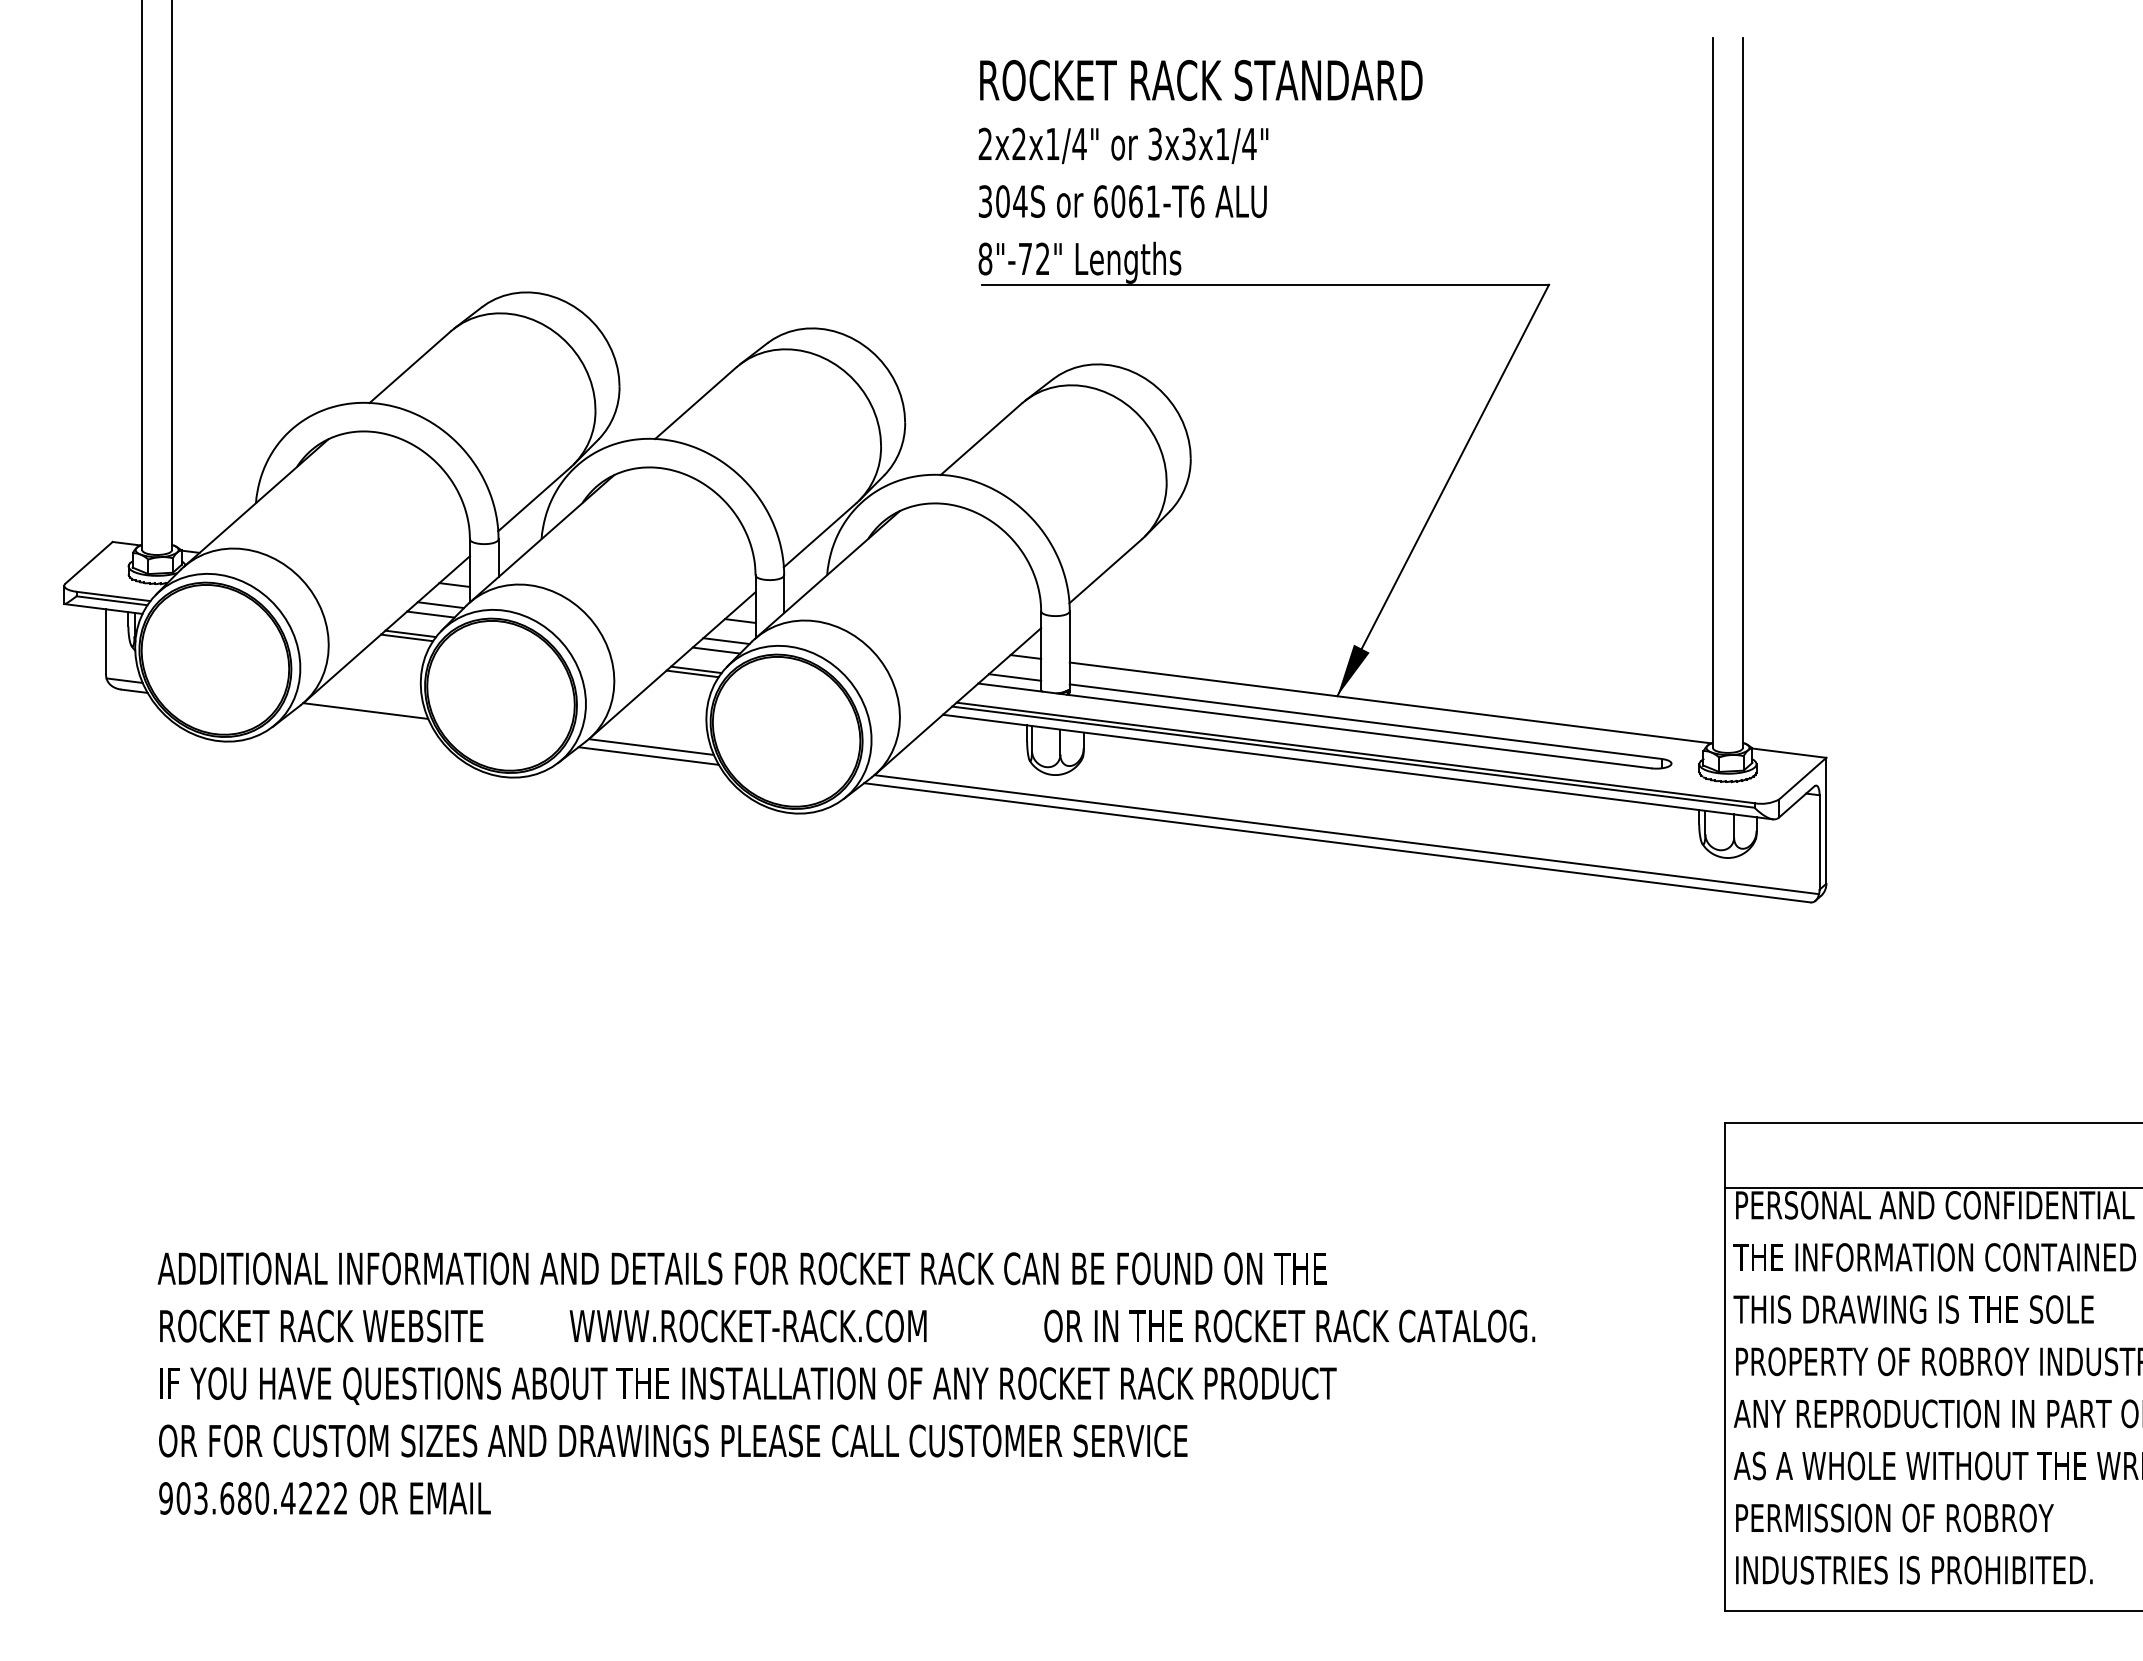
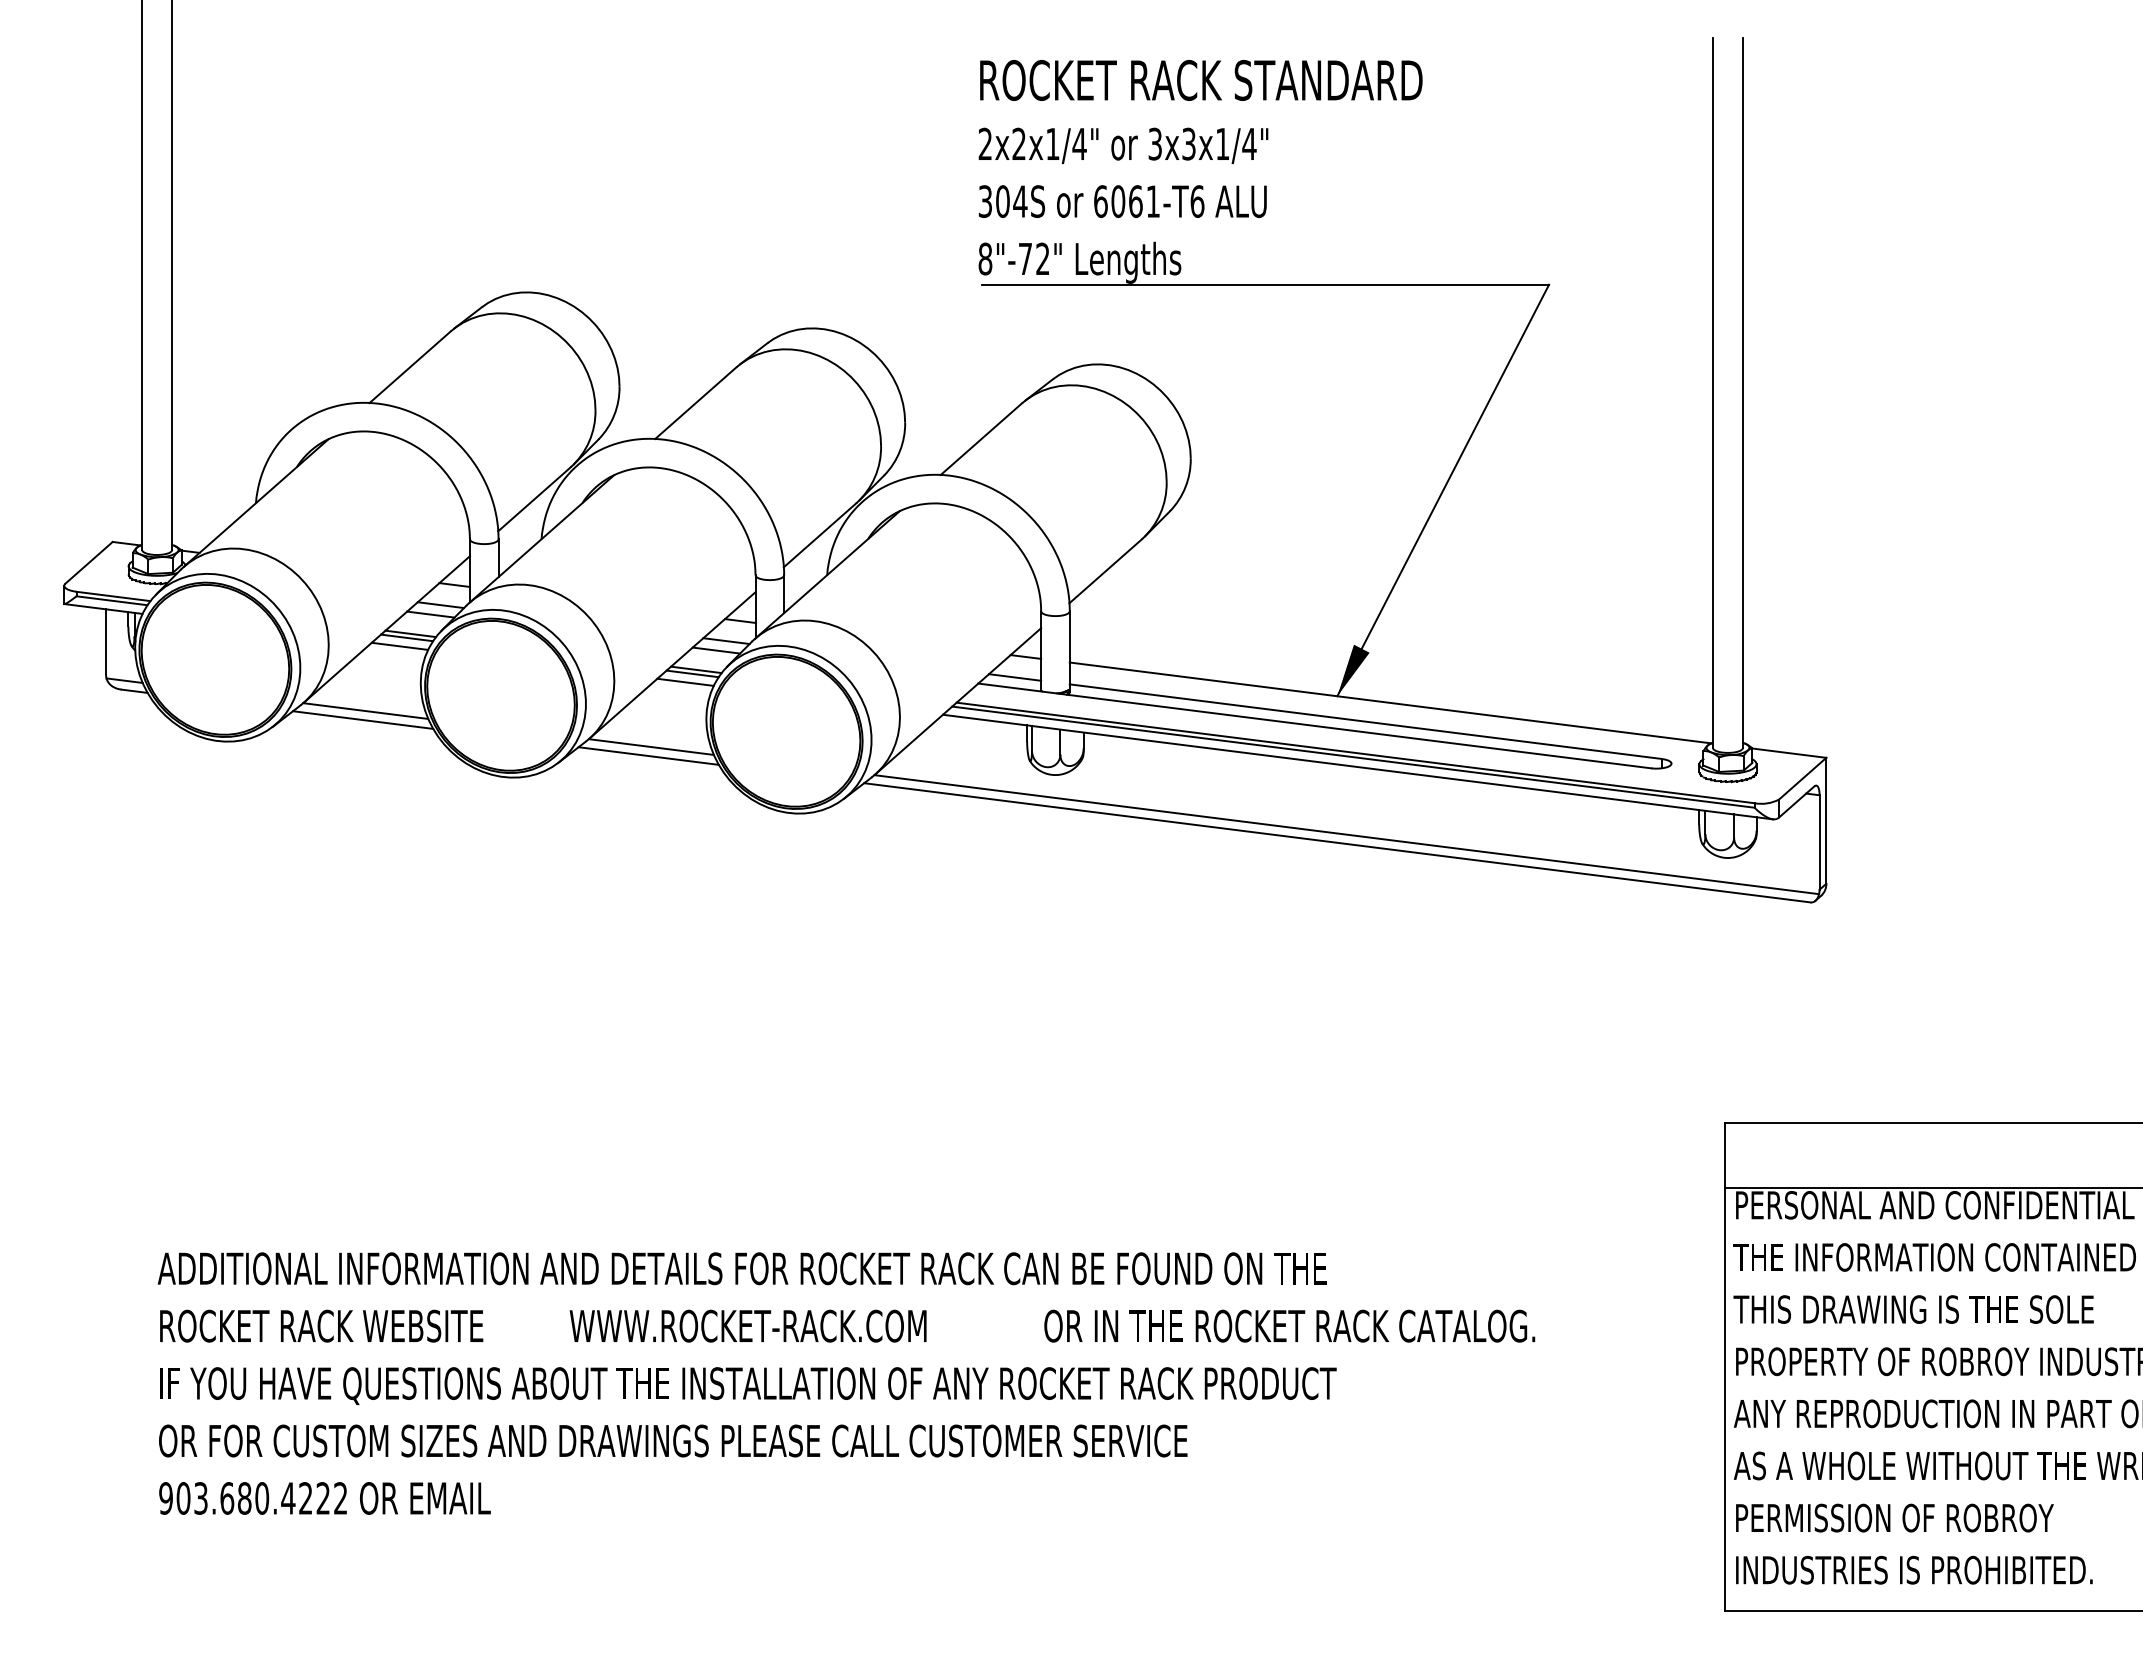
line at (399, 645): none -> present
line at (685, 681): none -> present
line at (363, 719): none -> present
